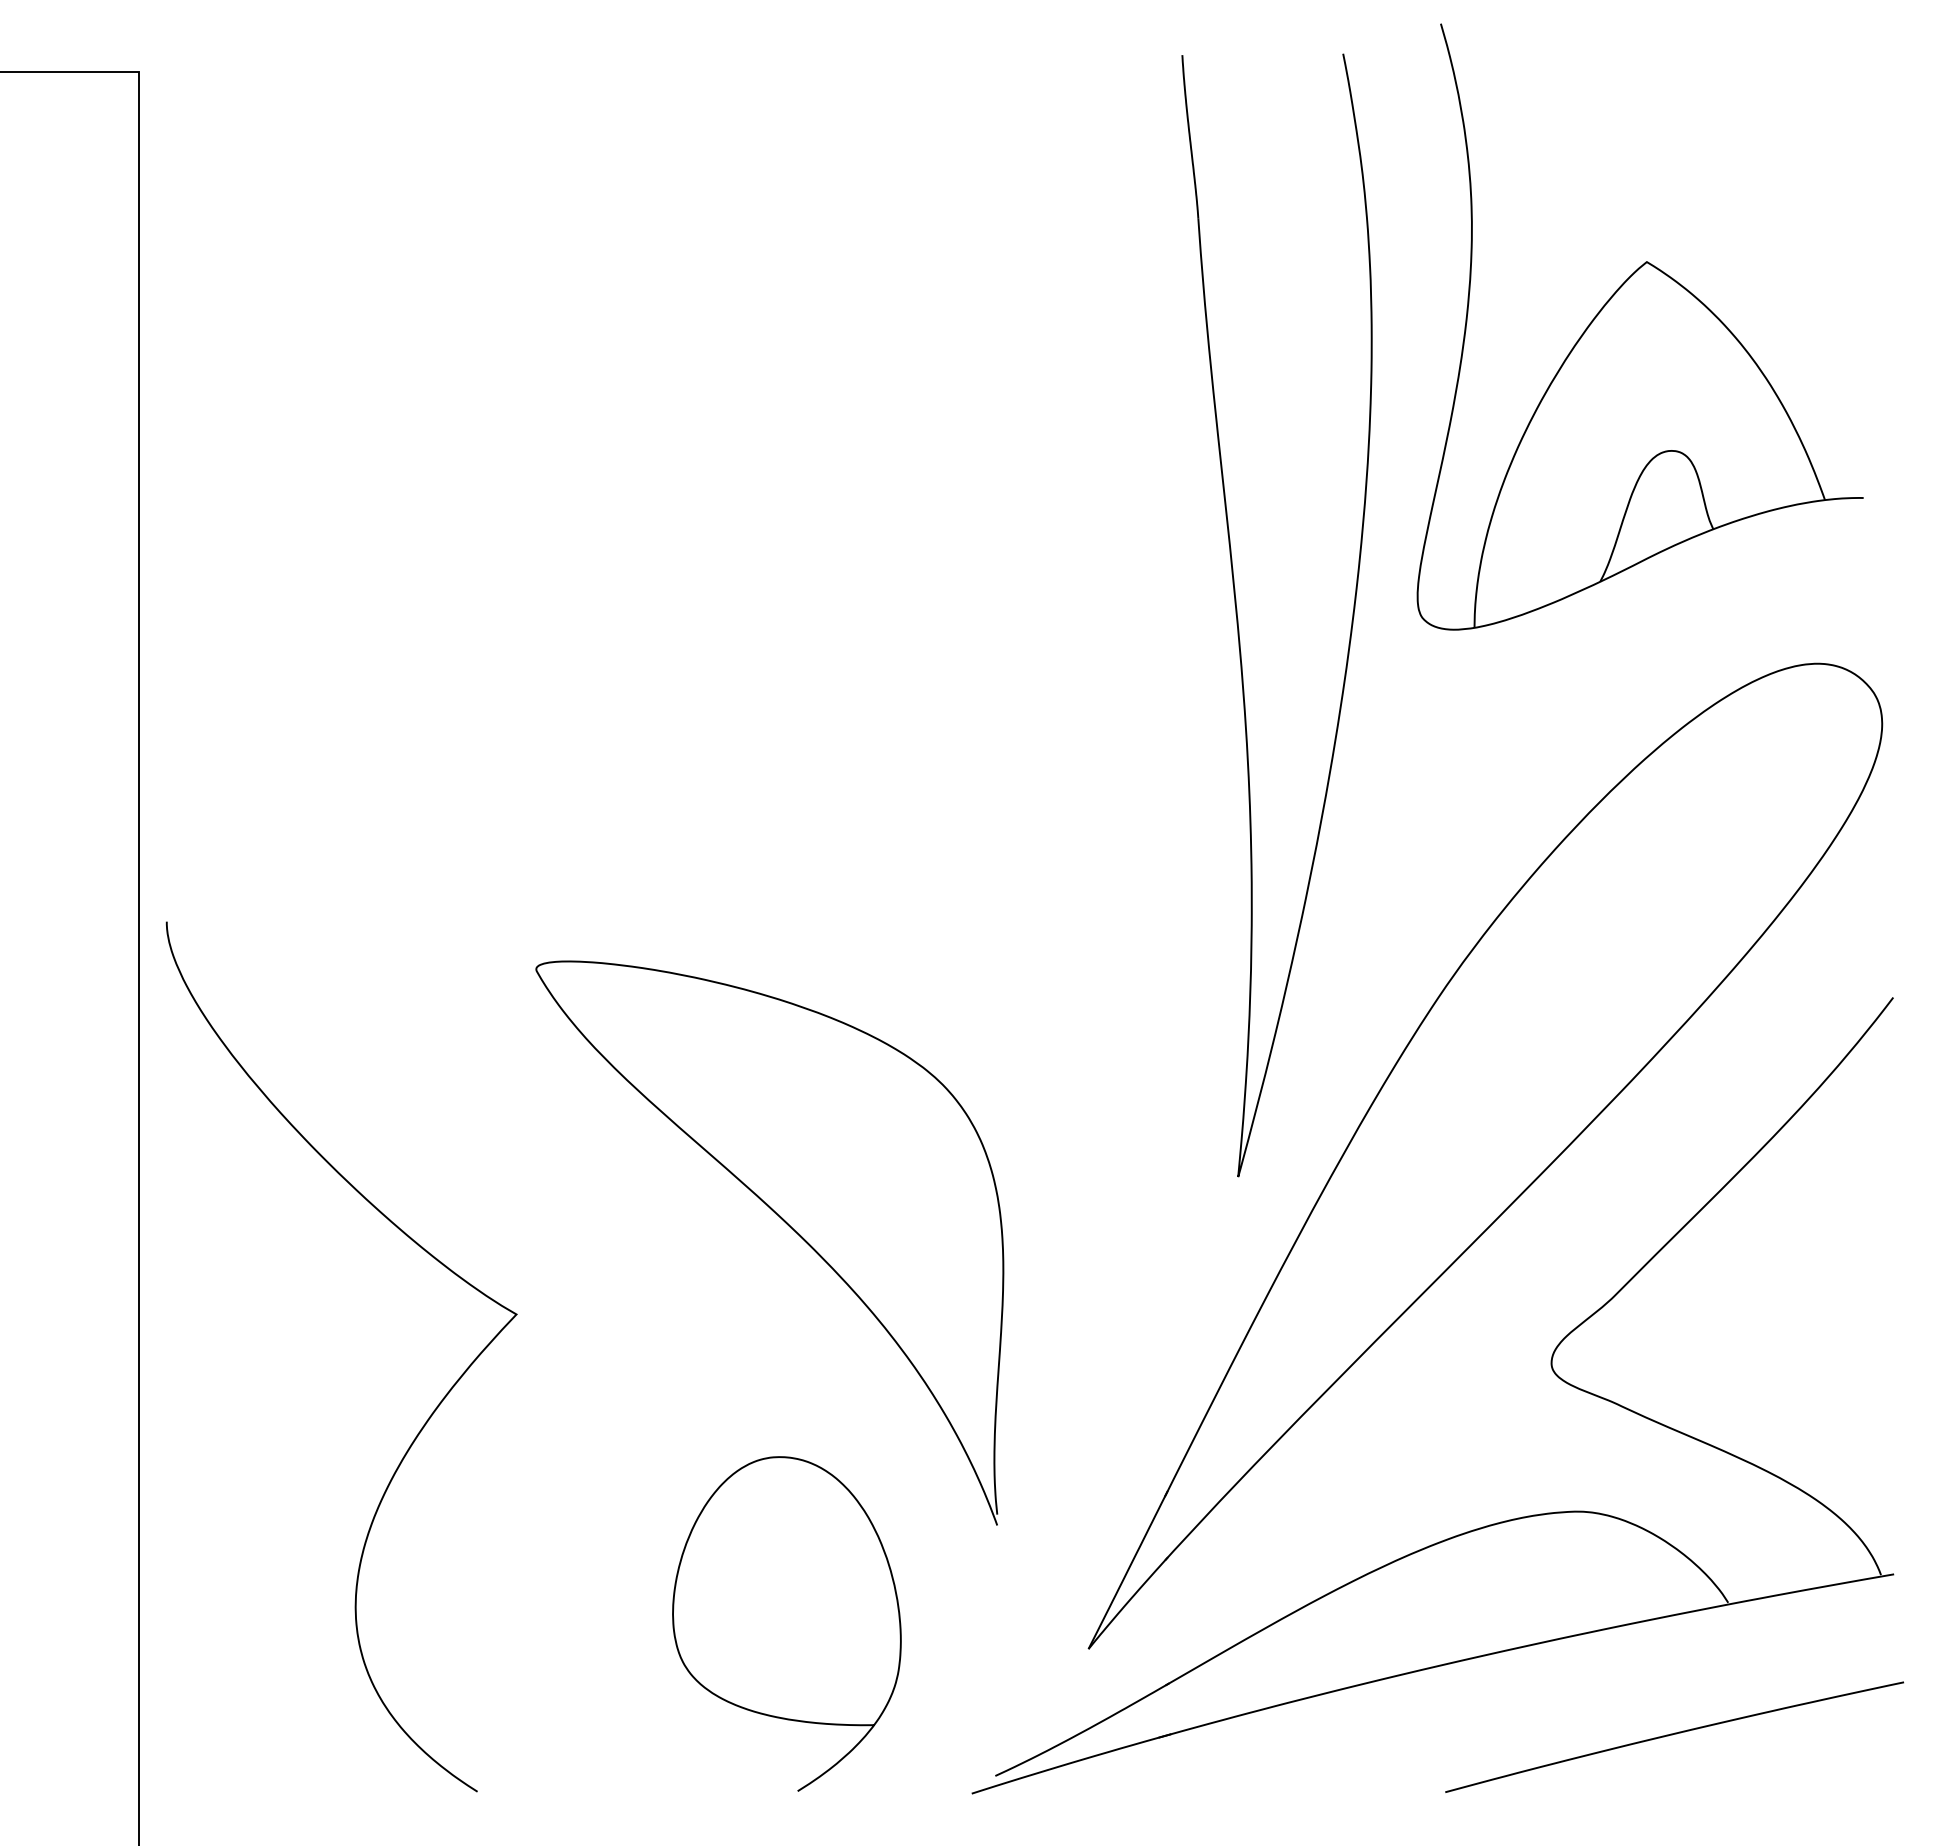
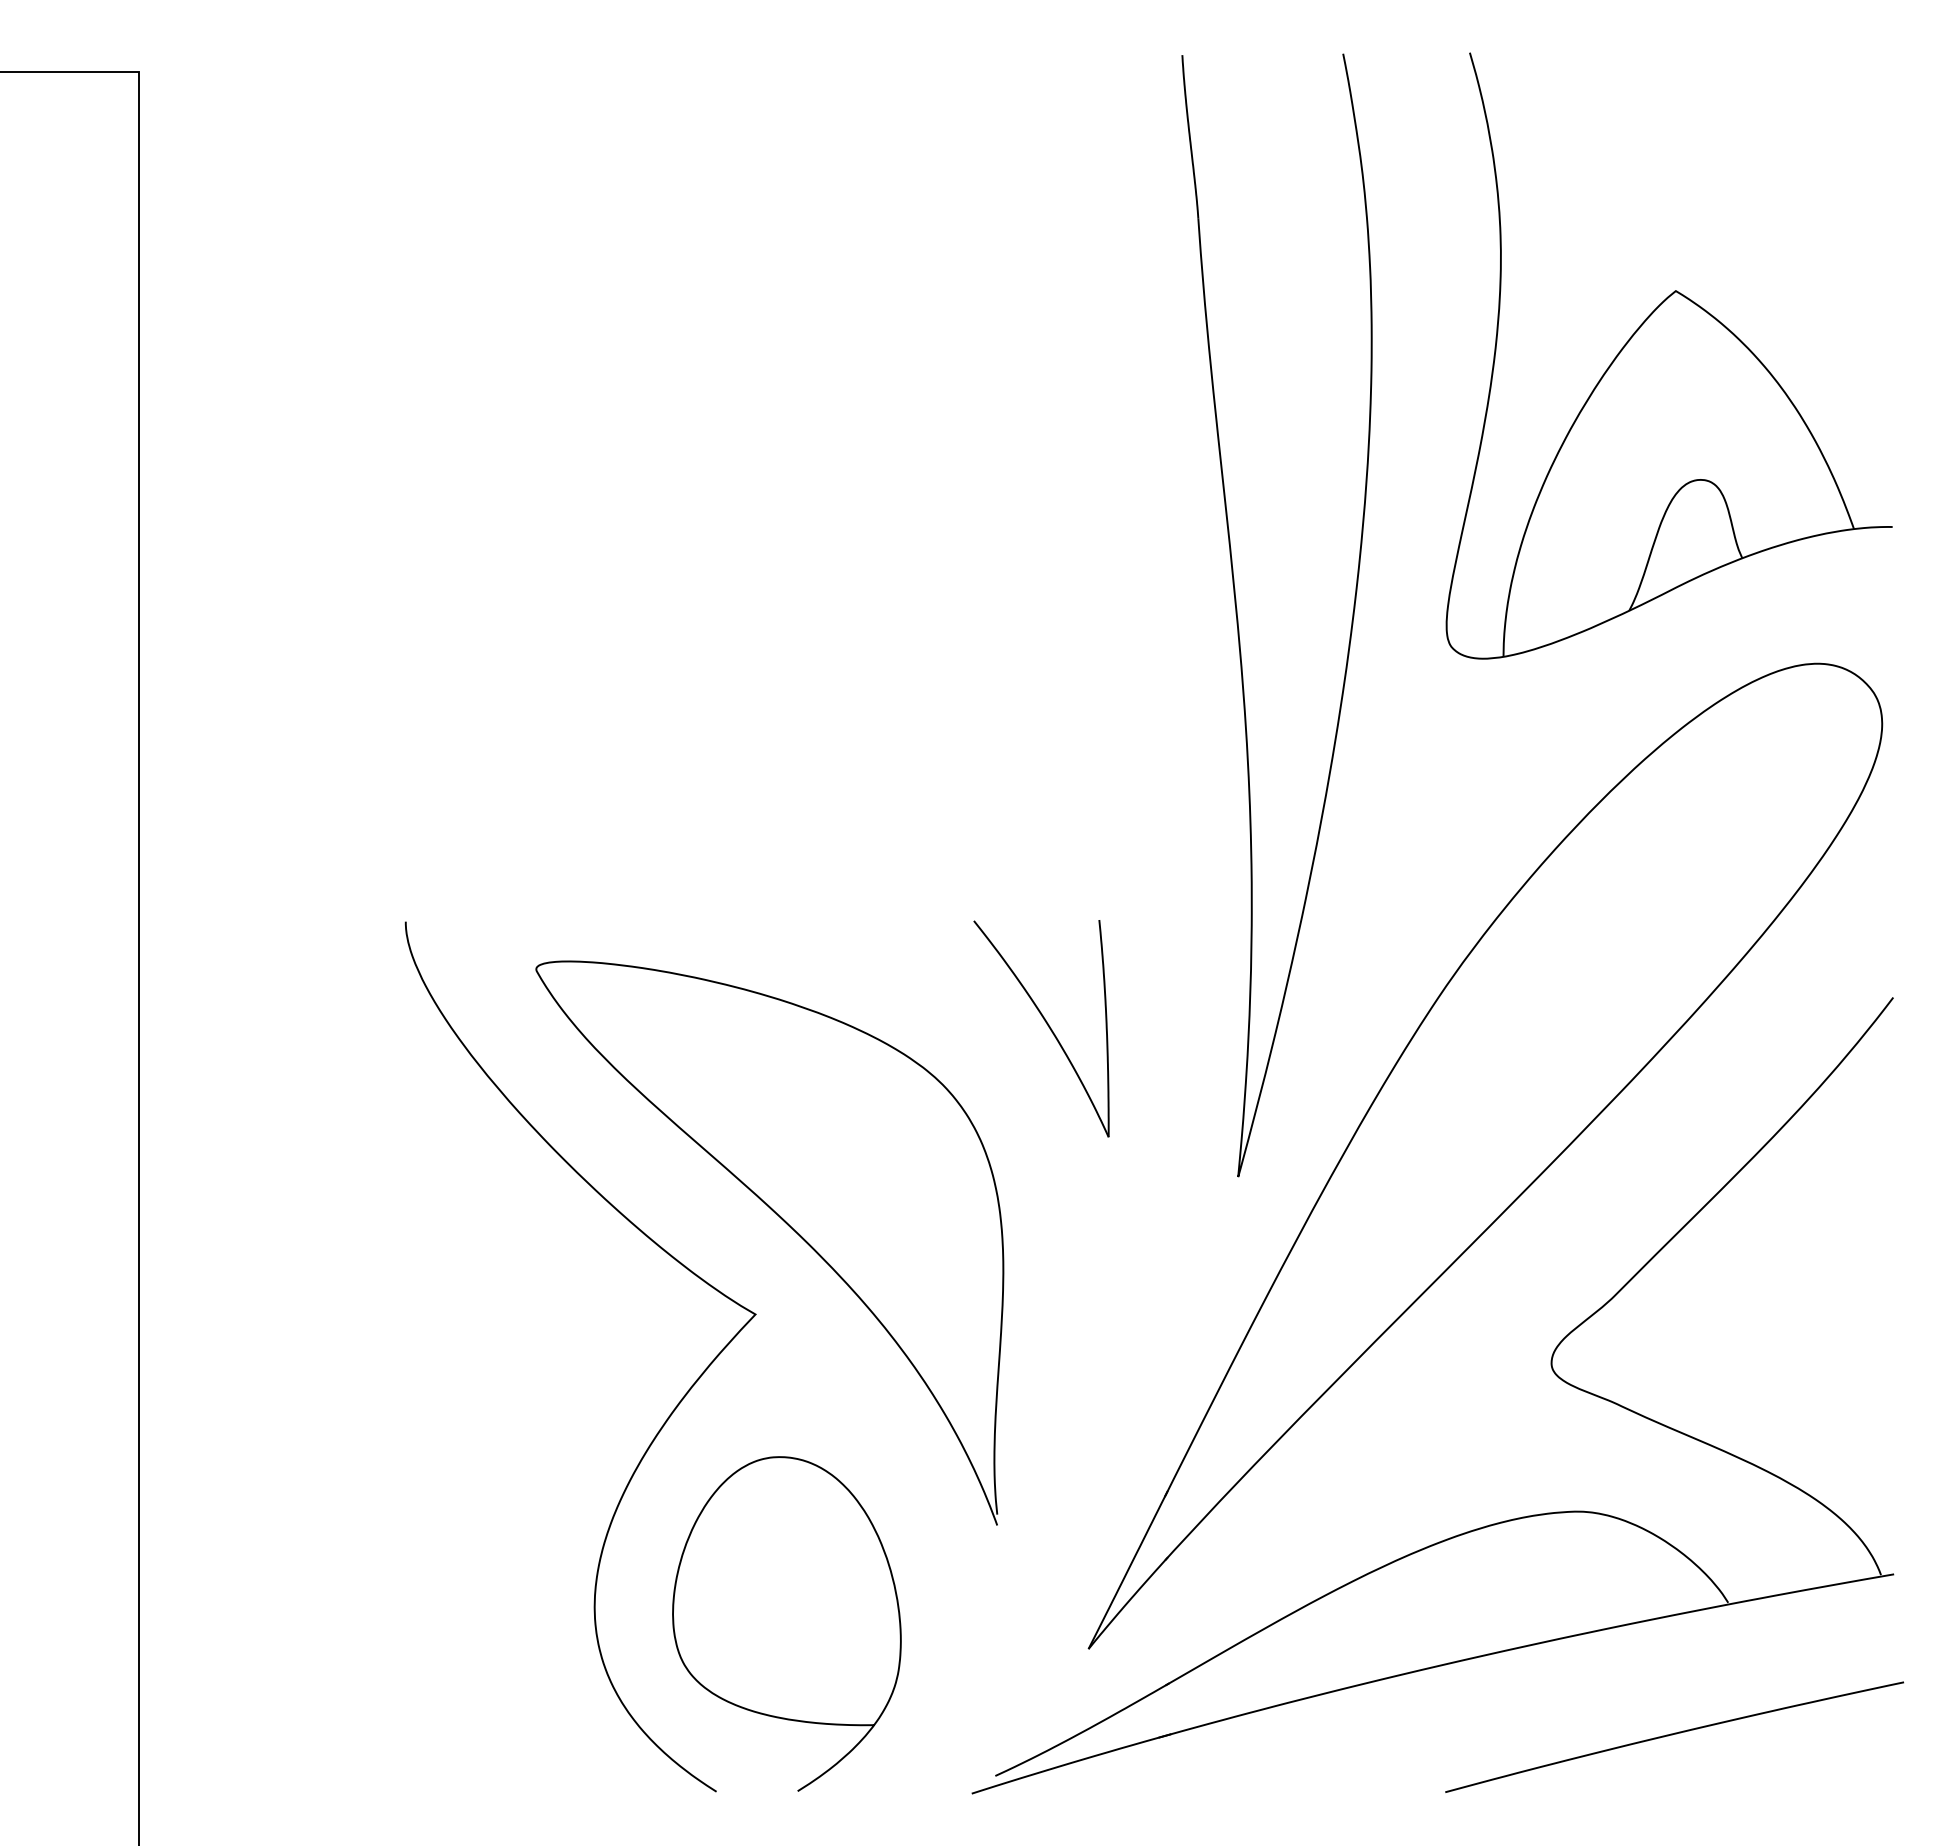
part at (1639, 326) position: (1639, 326) -> (1668, 355)
part at (1046, 1024): none -> present
curve at (428, 1417) position: (428, 1417) -> (667, 1417)
